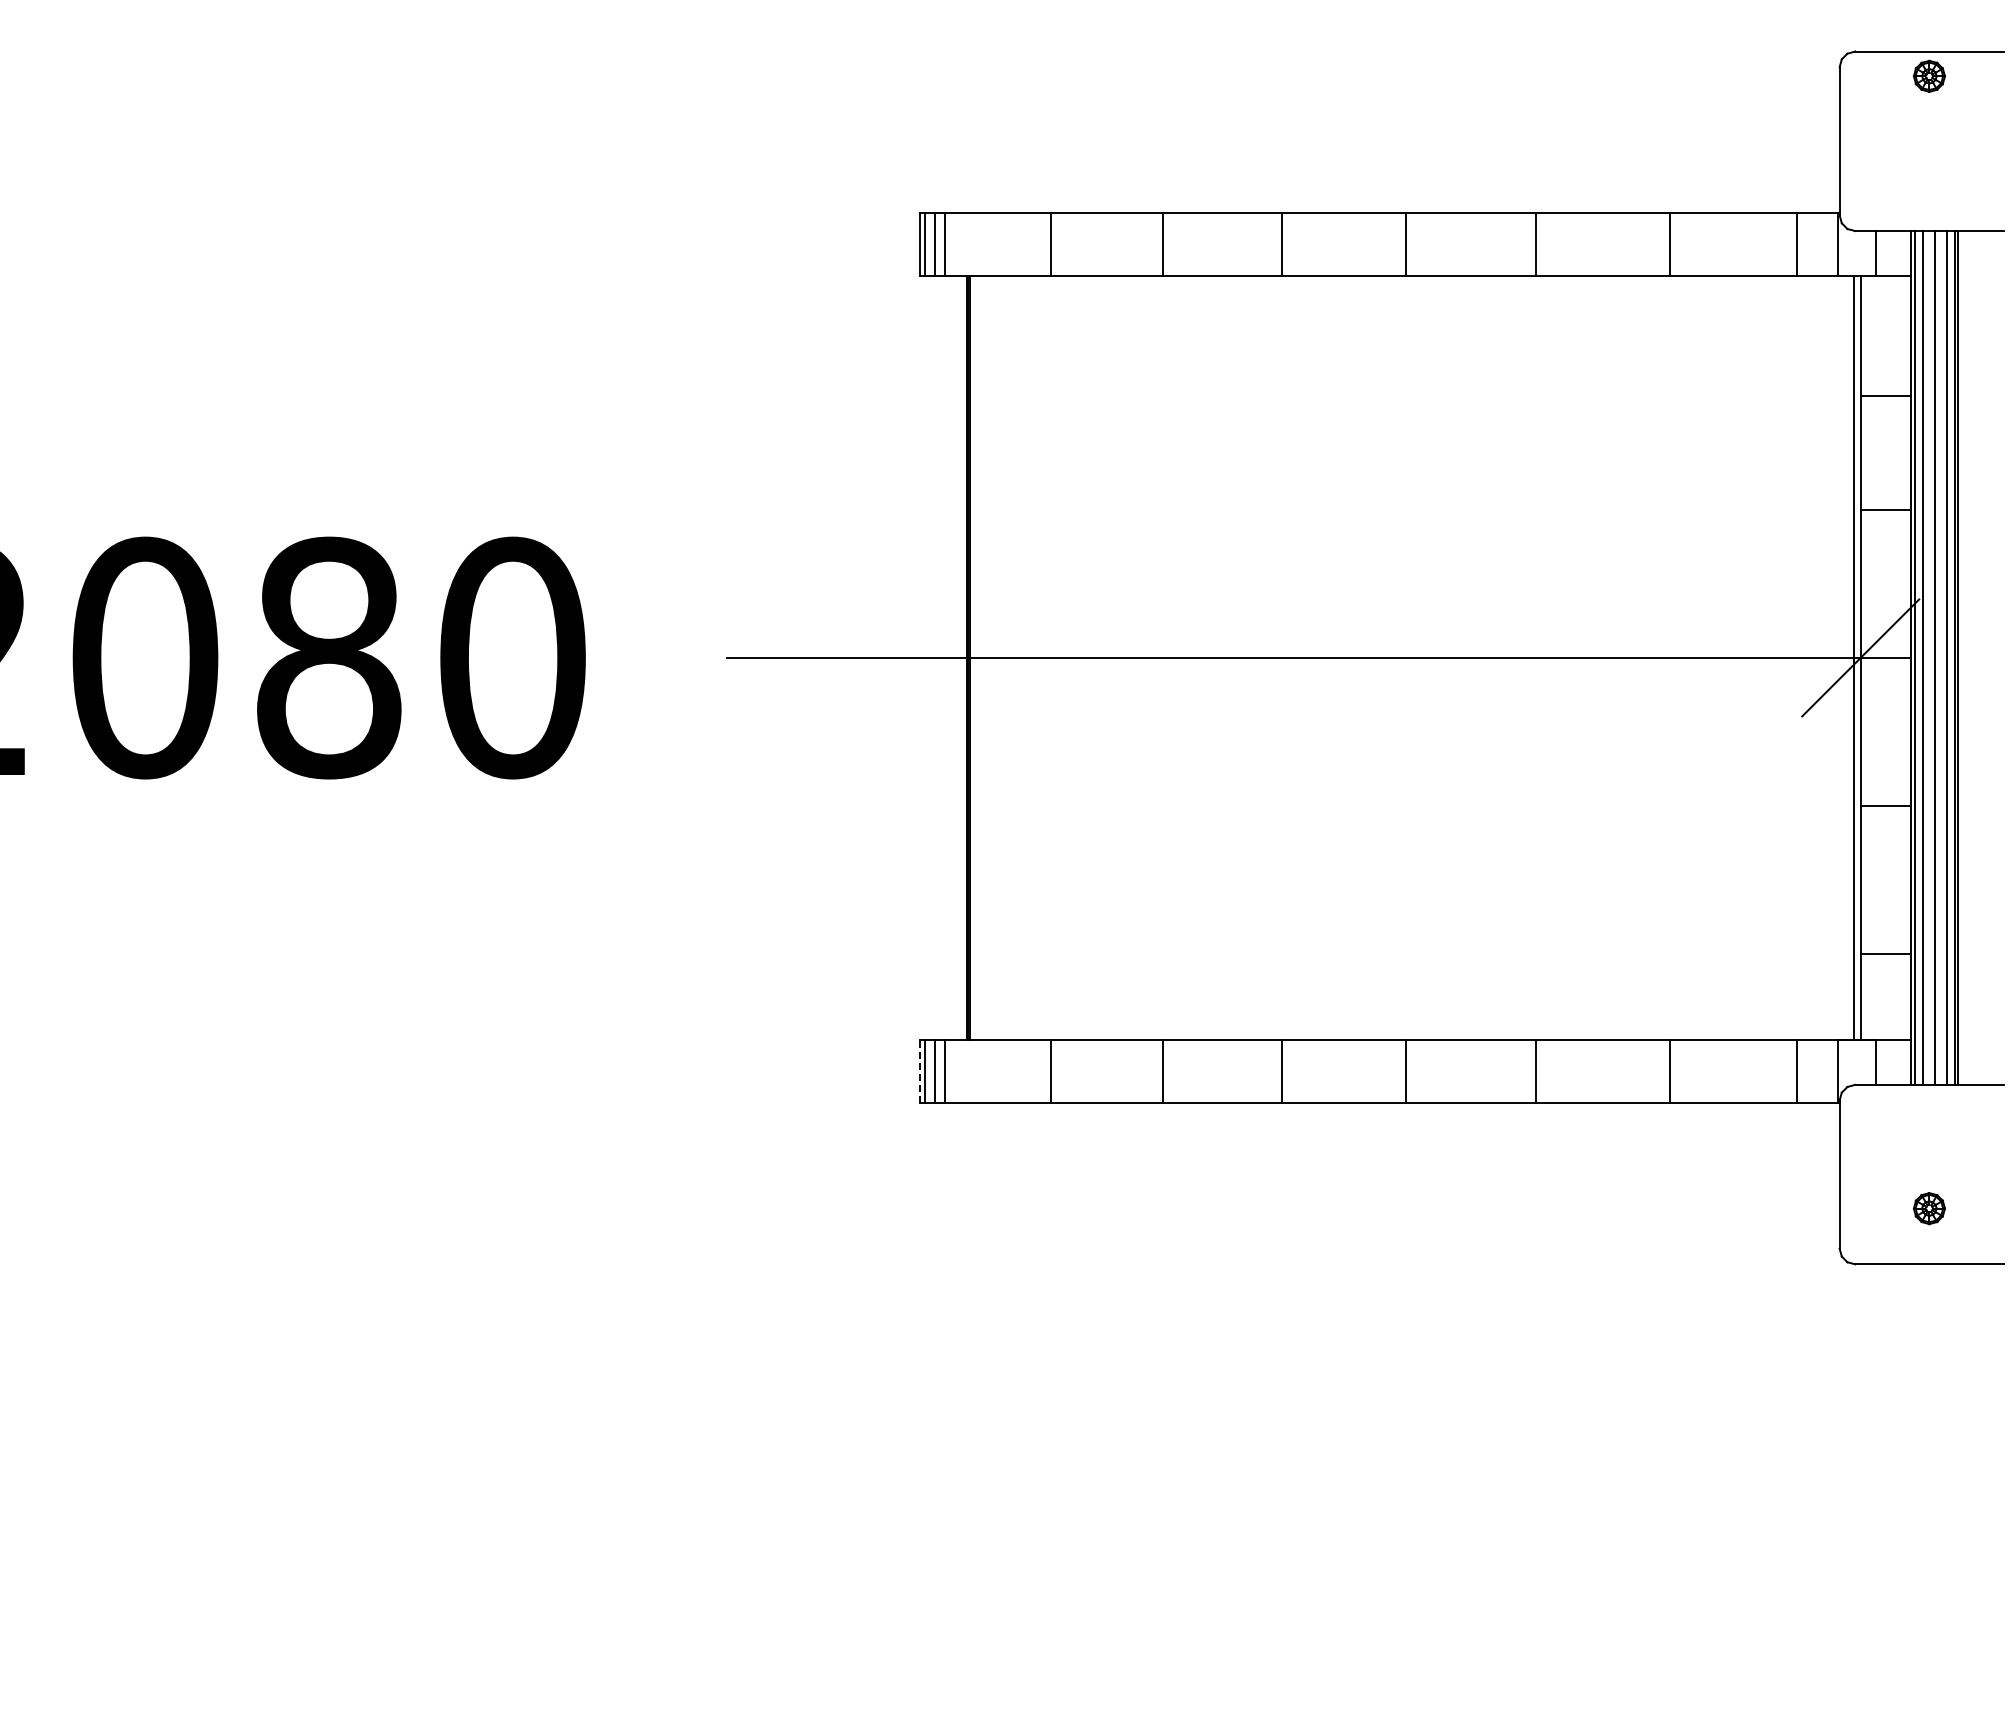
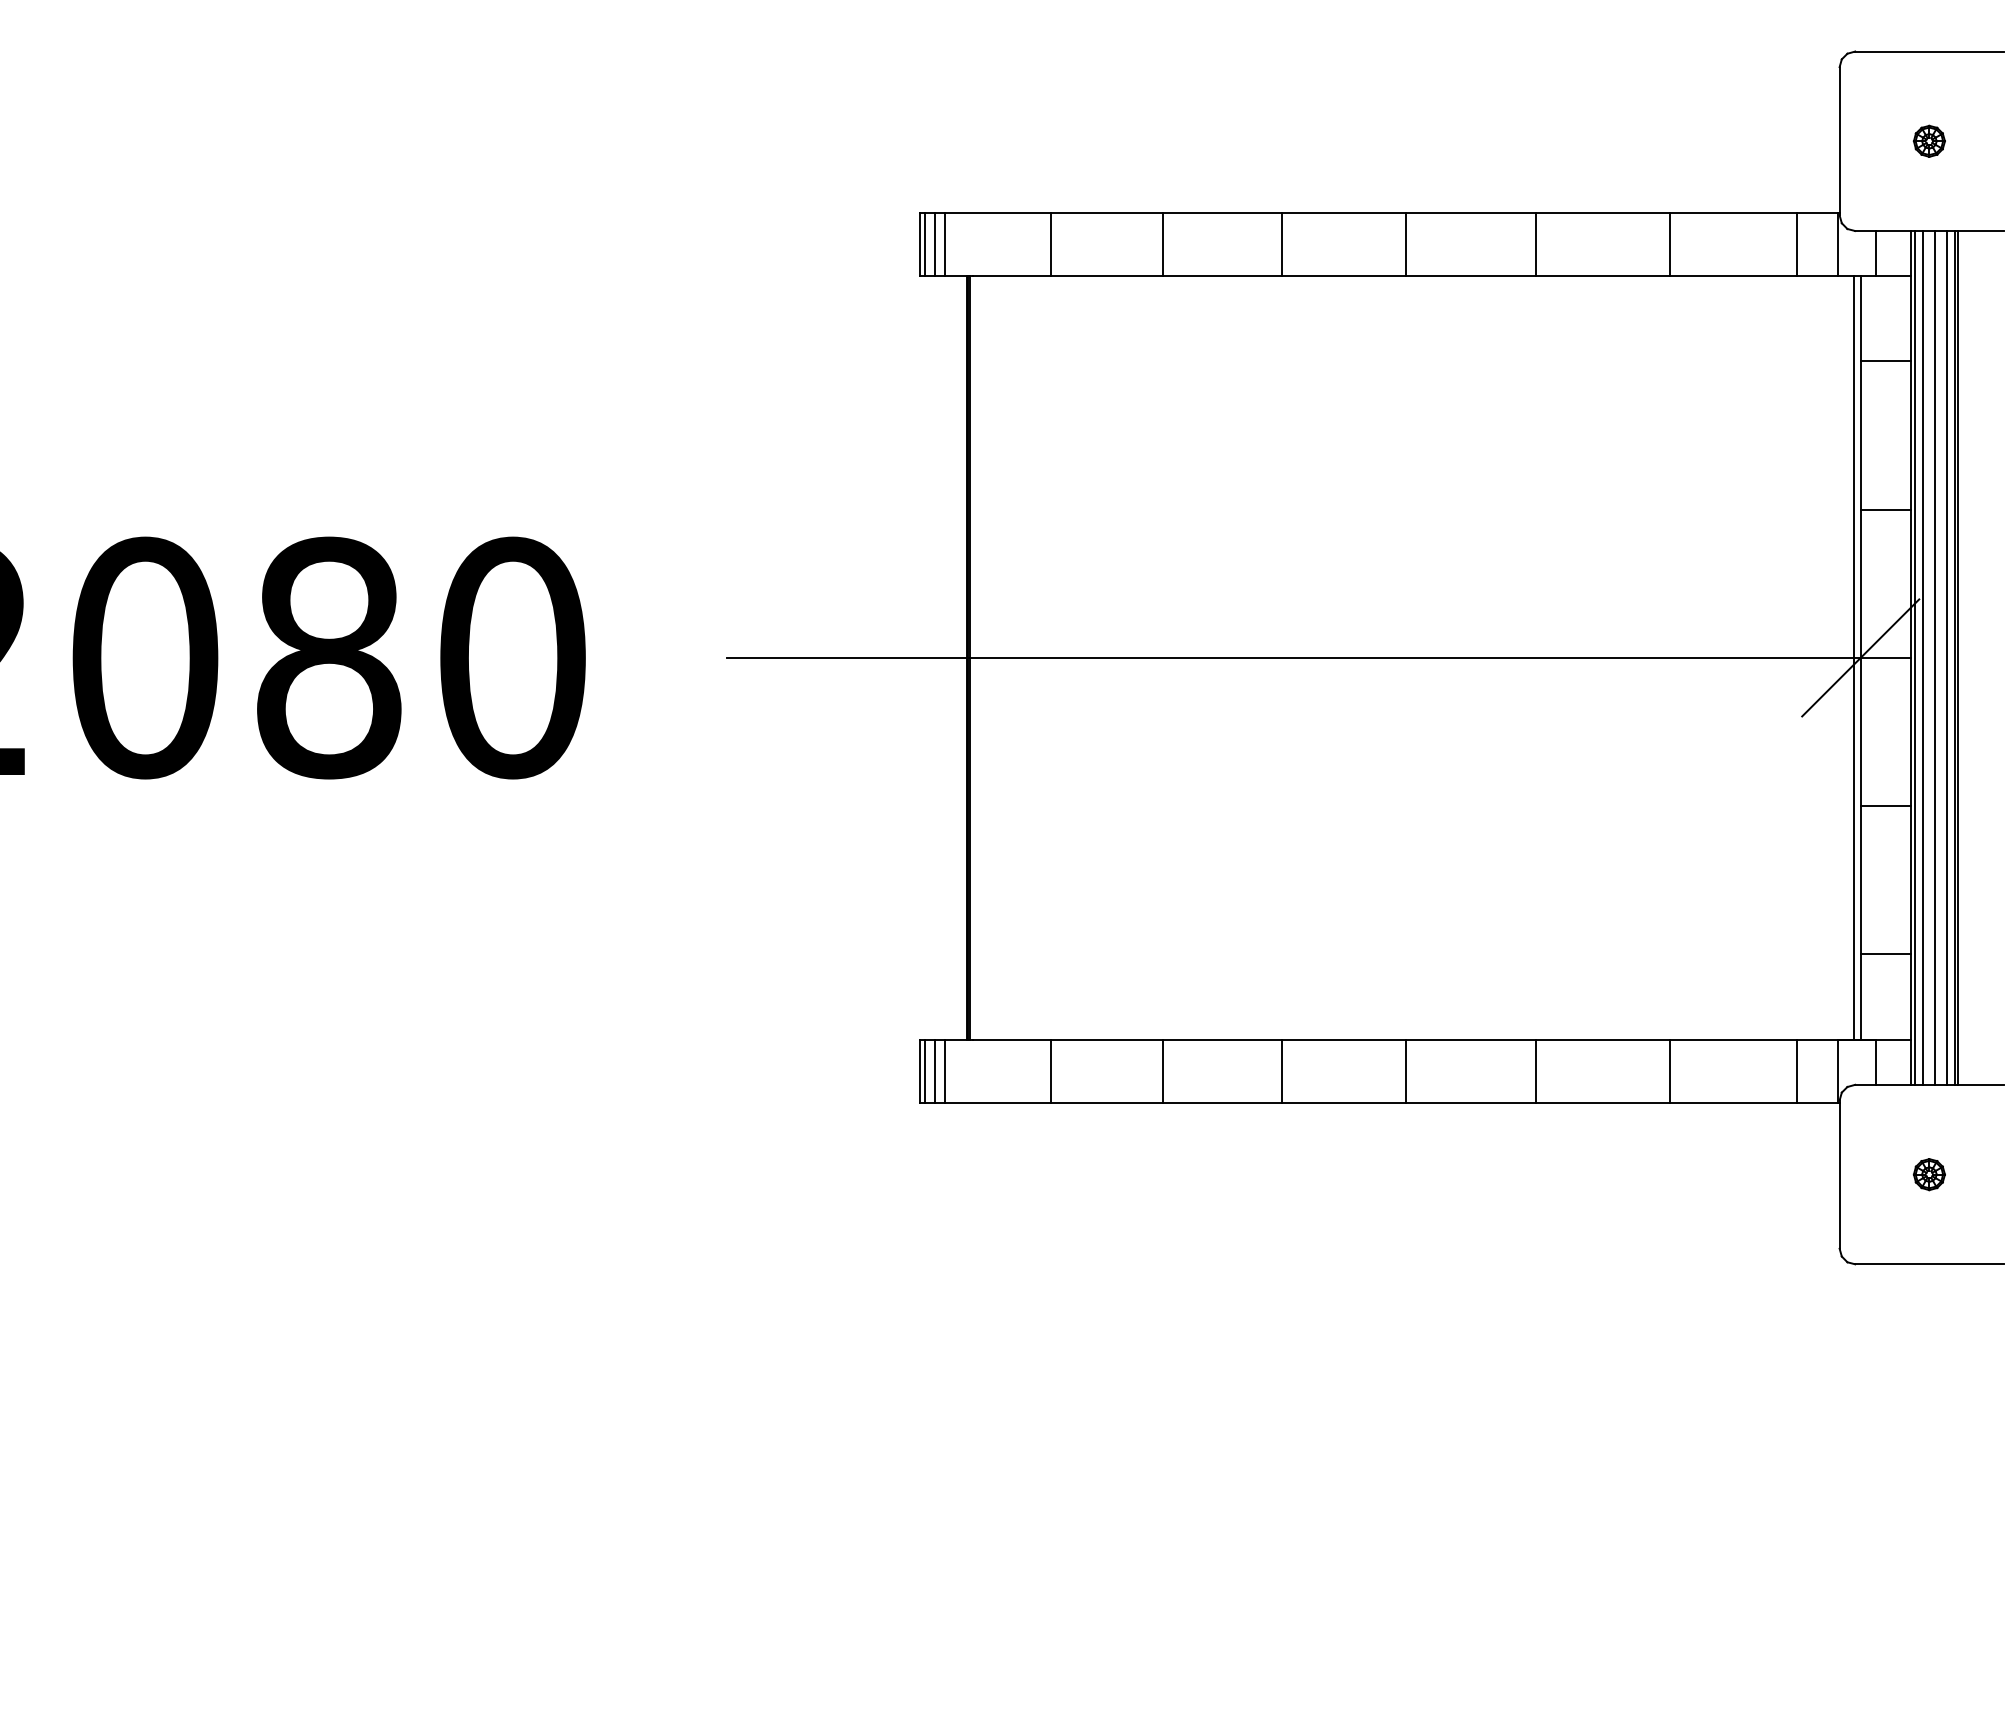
part at (1928, 75) position: (1928, 75) -> (1928, 140)
line at (1885, 396) position: (1885, 396) -> (1885, 361)
line at (920, 1071): dashed -> solid
part at (1928, 1208) position: (1928, 1208) -> (1928, 1174)
